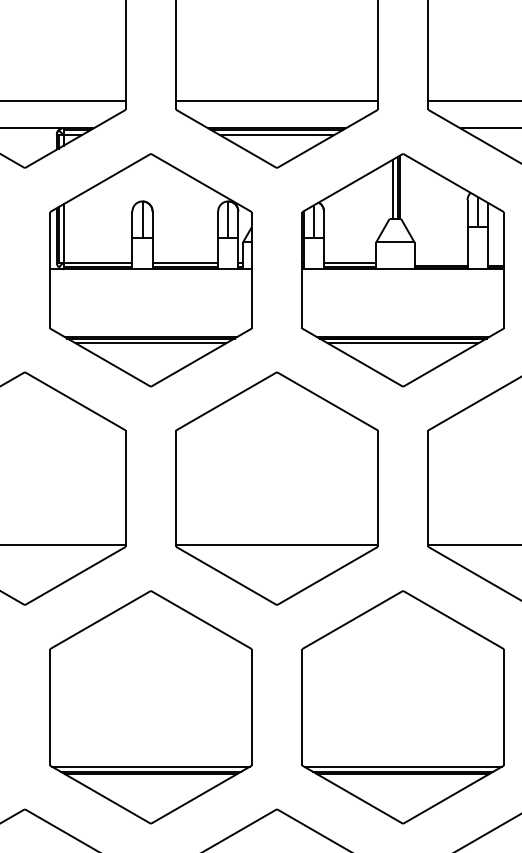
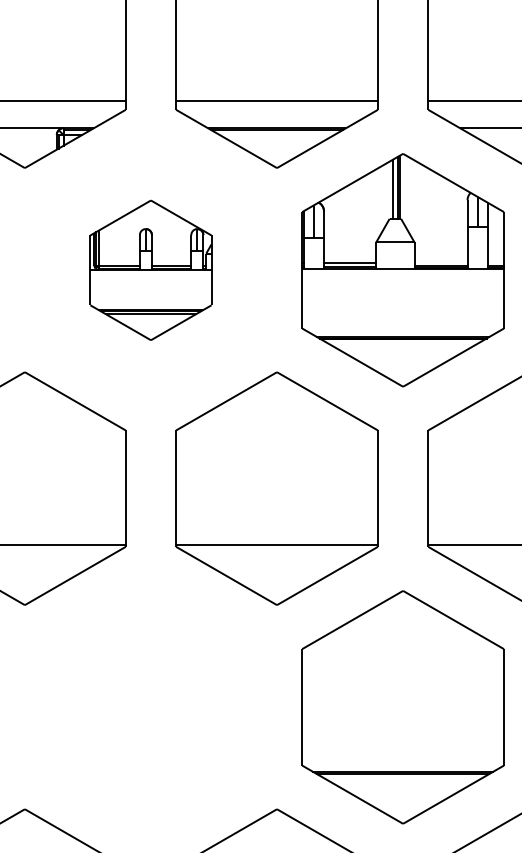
line at (276, 135): present -> none
part at (150, 270) size: 204x235 px -> 124x142 px
line at (402, 343): present -> none
part at (150, 707): present -> none
line at (402, 766): present -> none
